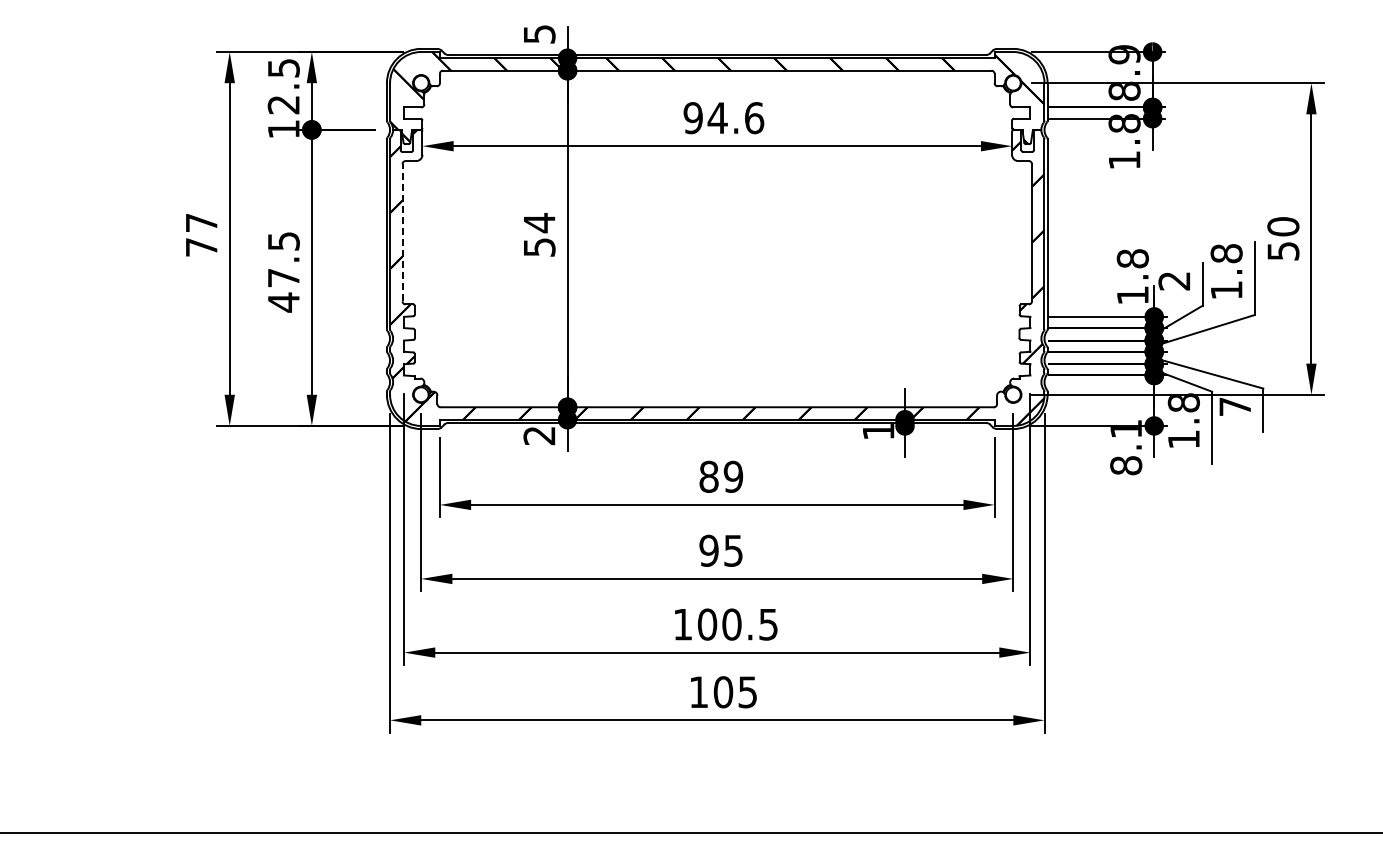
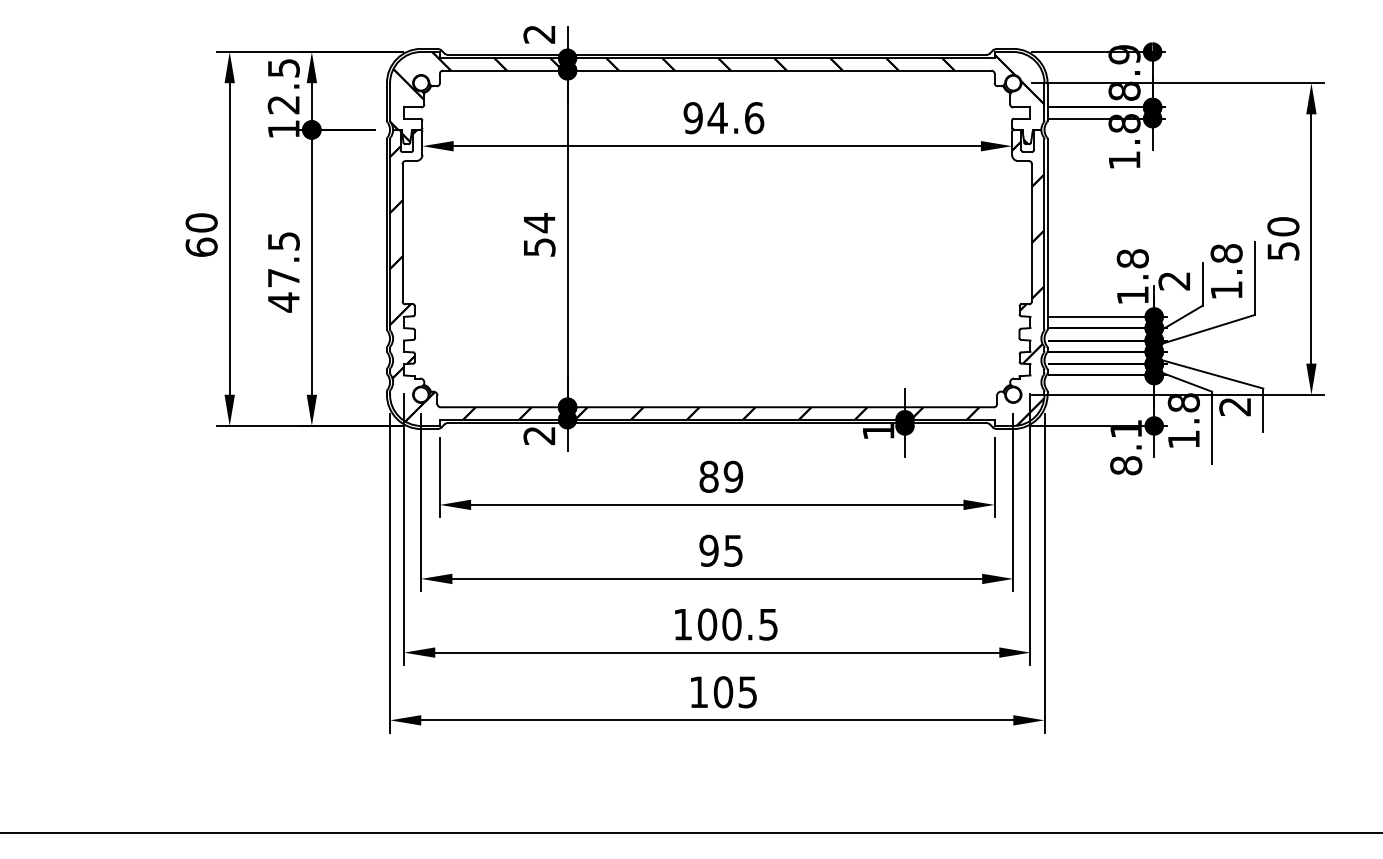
text at (539, 34): 5 -> 2
line at (402, 232): dashed -> solid
text at (201, 234): 77 -> 60
text at (1234, 406): 7 -> 2
